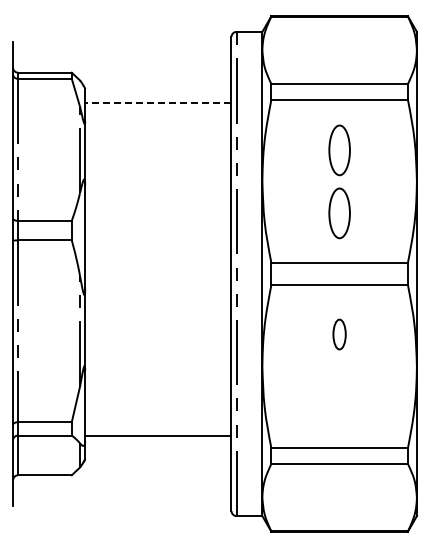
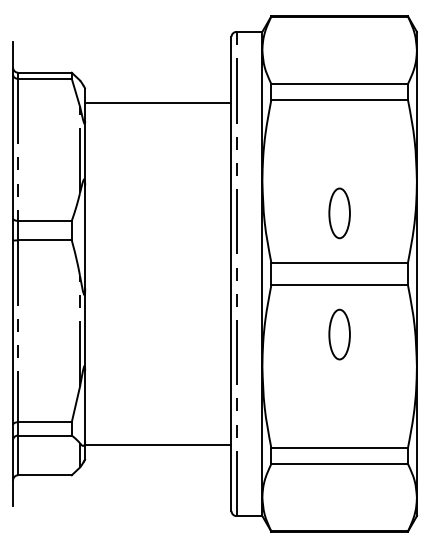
line at (157, 102): dashed -> solid
part at (339, 150): present -> none
part at (339, 334) size: 15x33 px -> 23x53 px
line at (158, 436) position: (158, 436) -> (158, 445)
